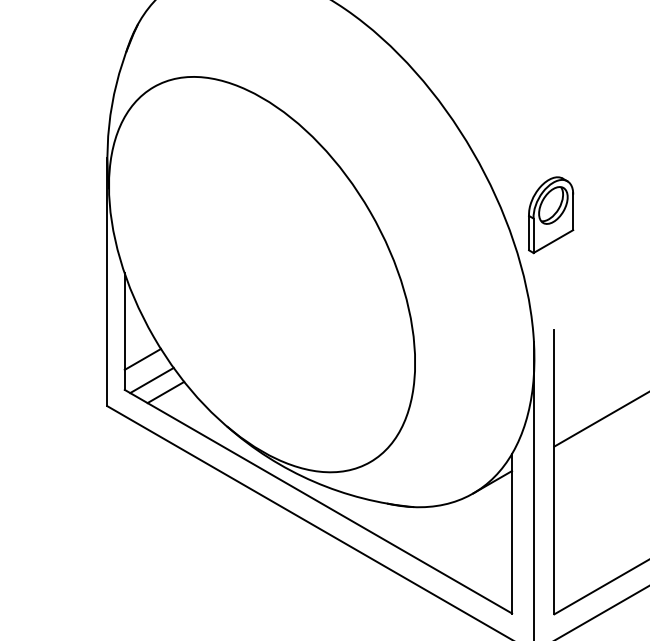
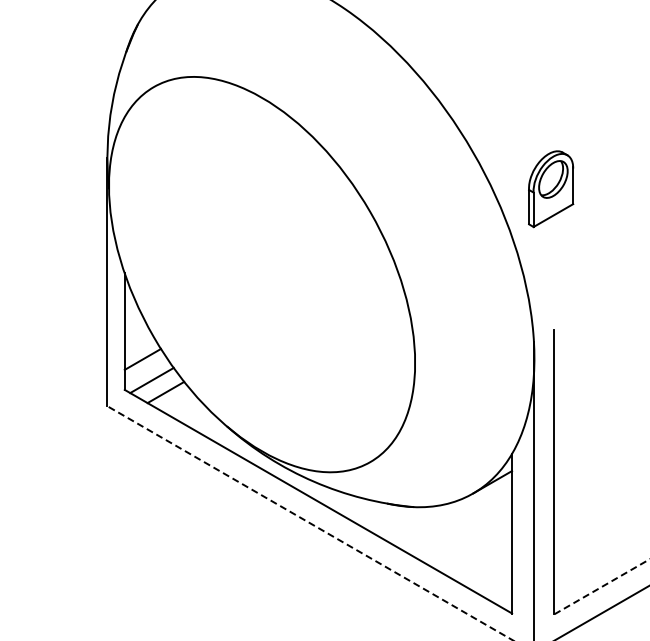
part at (551, 215) position: (551, 215) -> (551, 189)
line at (600, 419): present -> none
line at (309, 523): solid -> dashed
line at (602, 586): solid -> dashed
